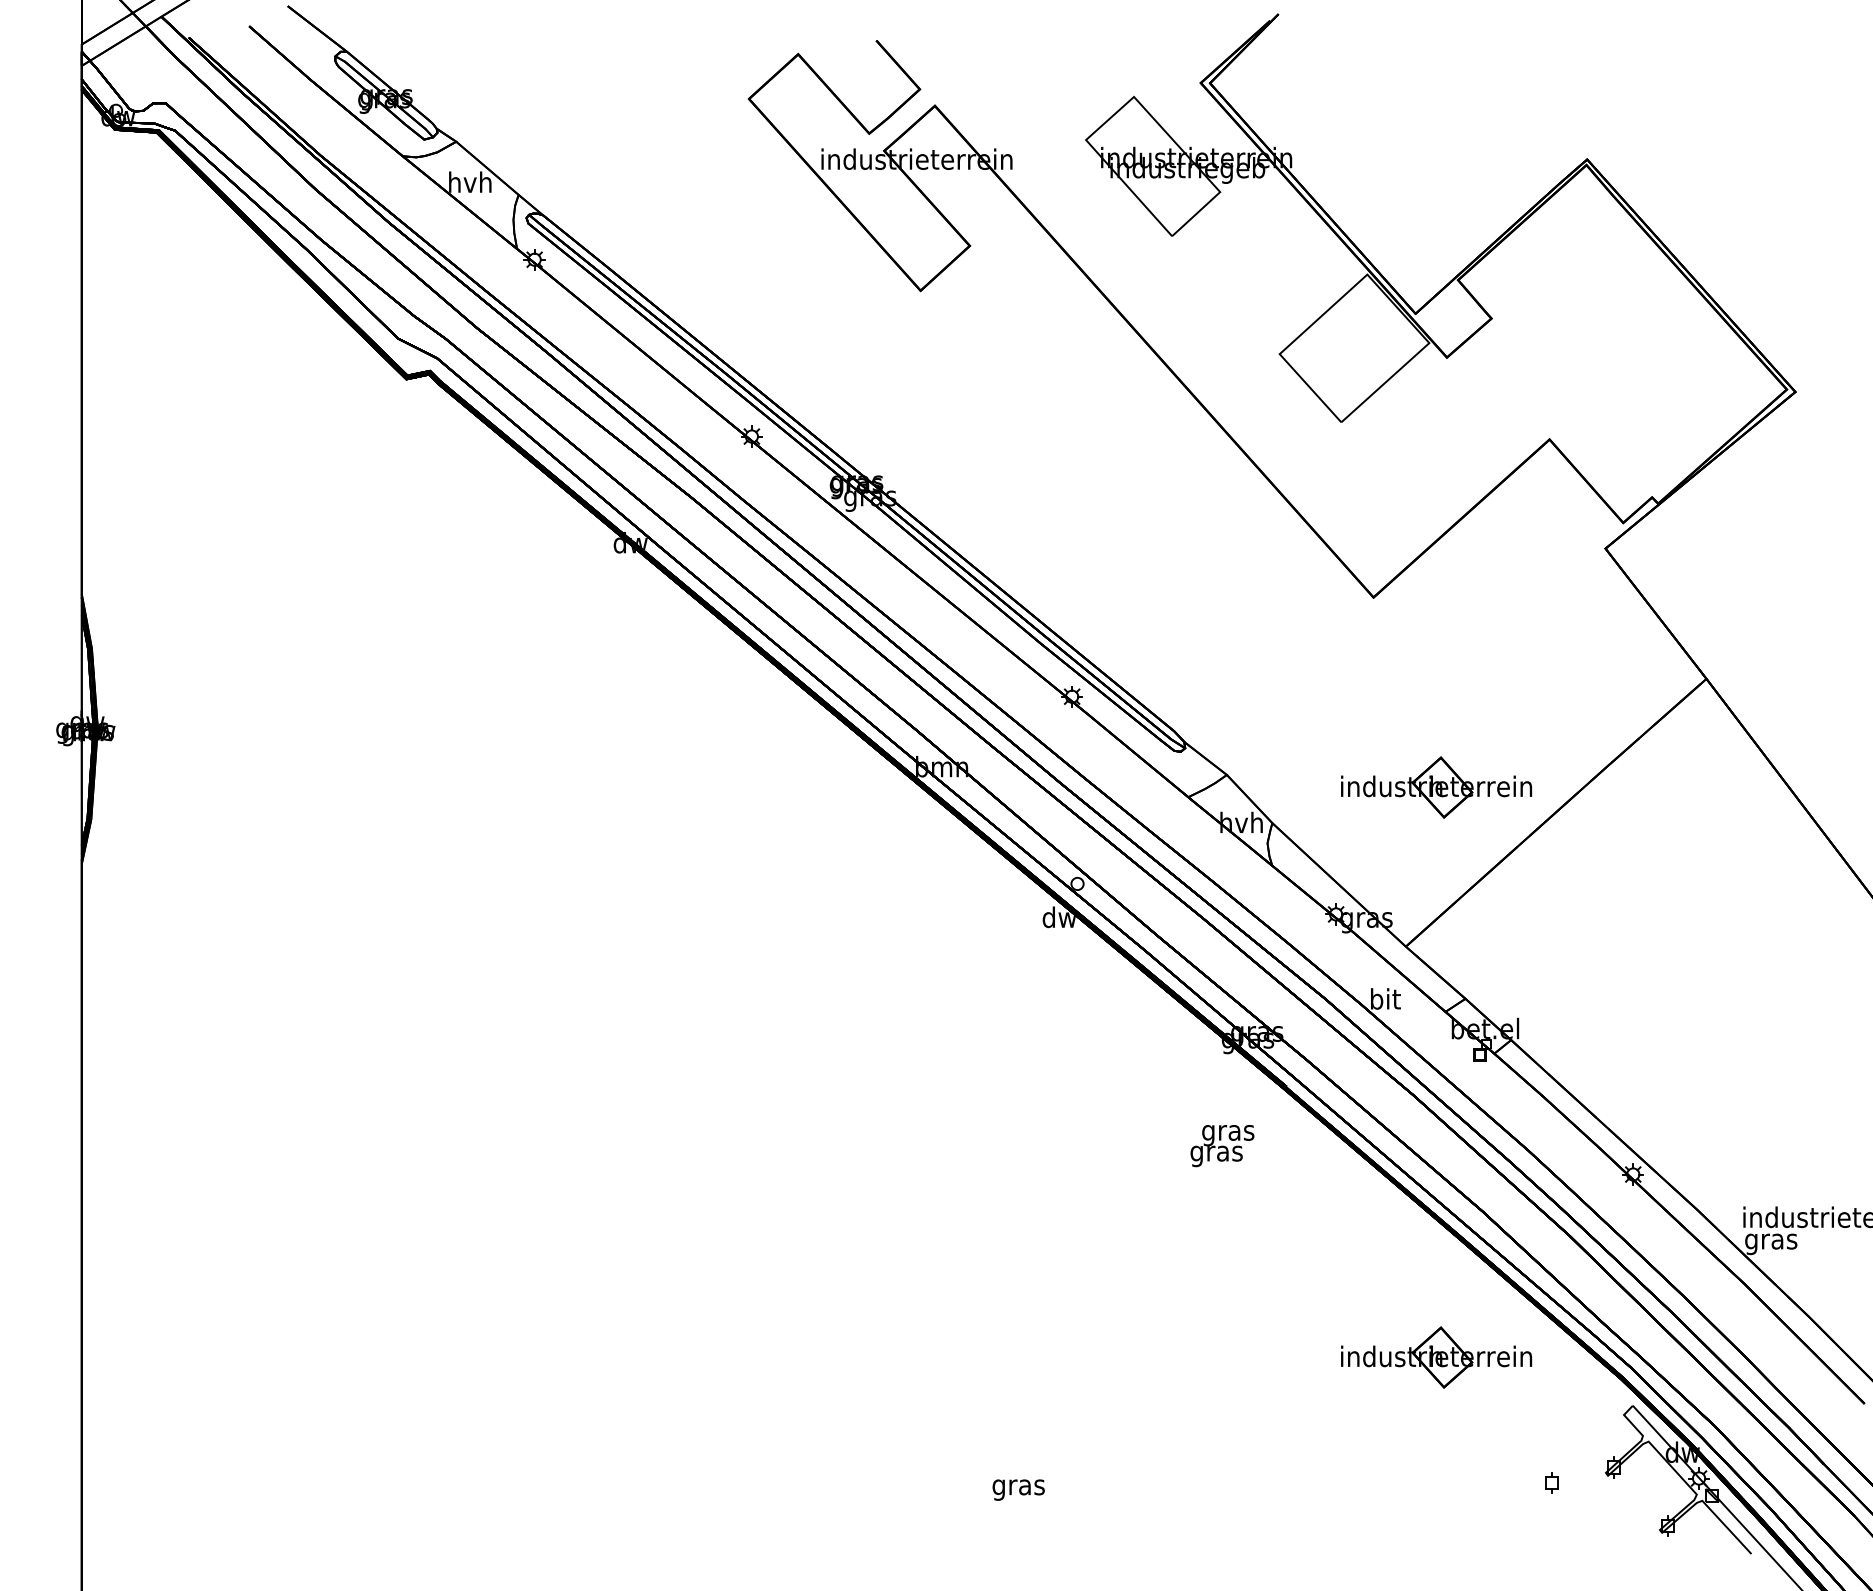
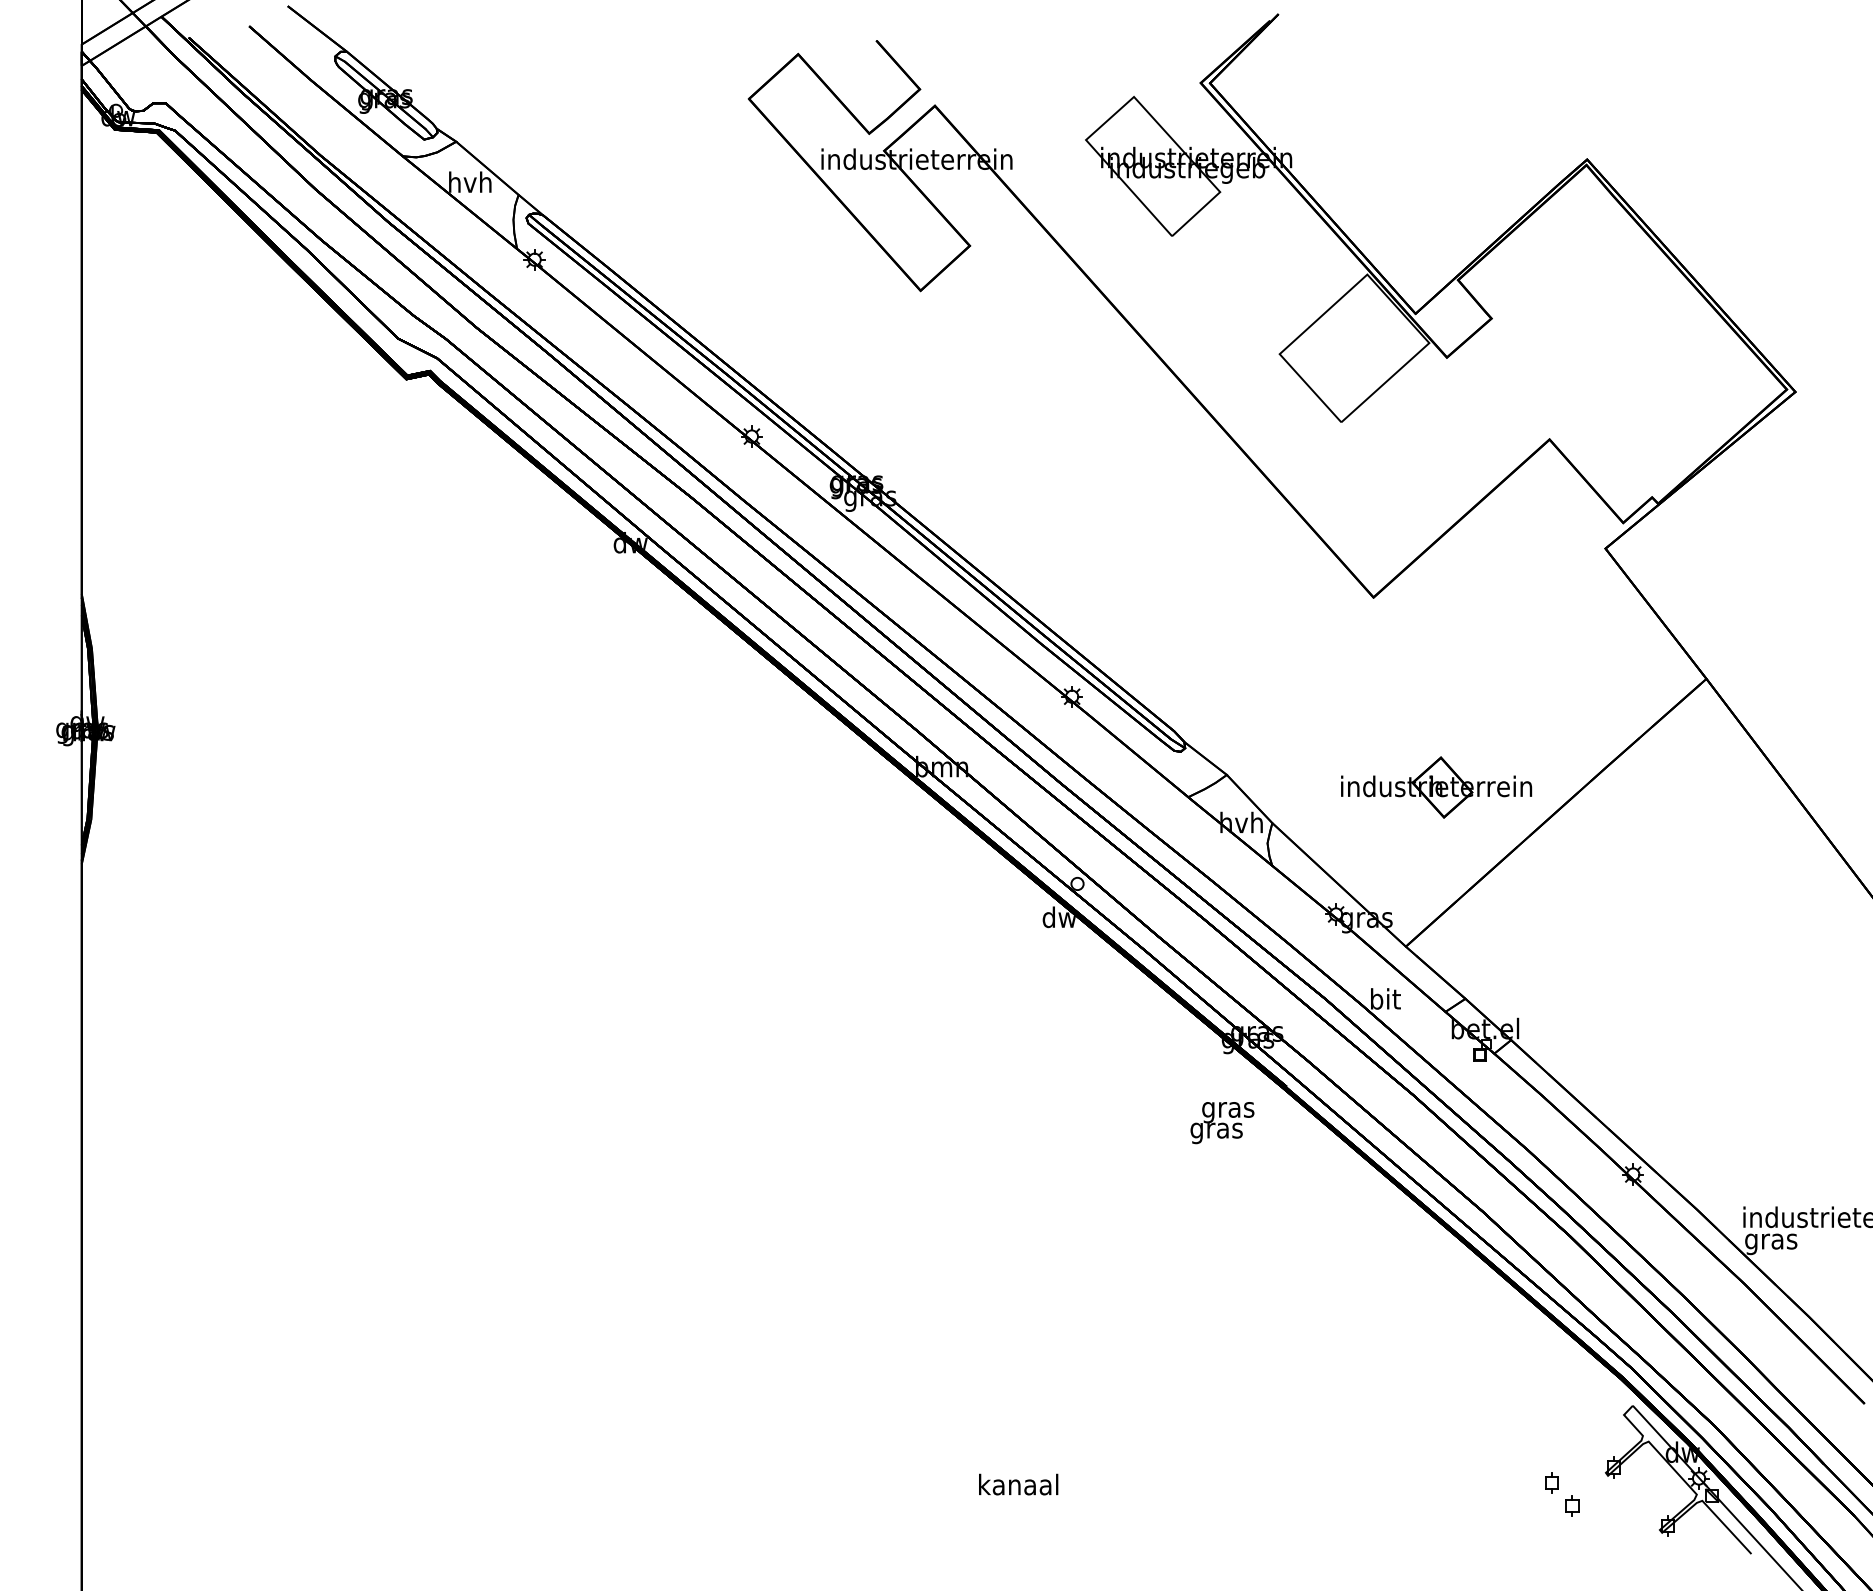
text at (1222, 1146) position: (1222, 1146) -> (1222, 1123)
part at (1436, 1357): present -> none
text at (1018, 1486): gras -> kanaal
part at (1572, 1505): none -> present
